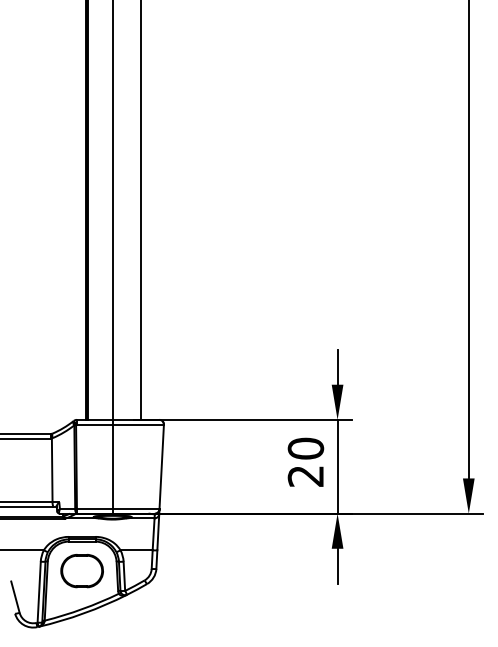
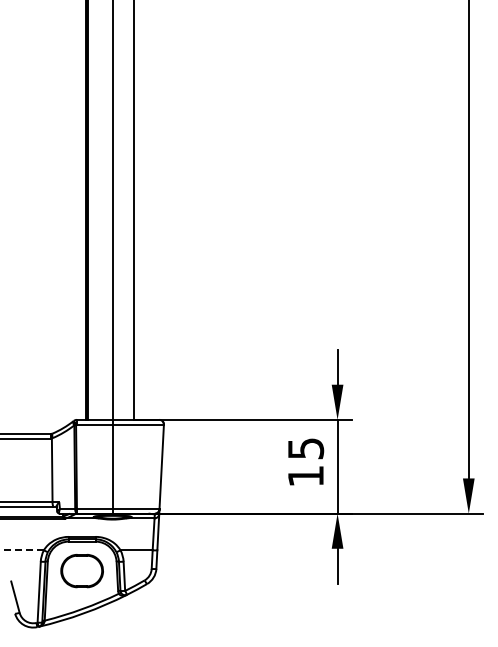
line at (140, 210) position: (140, 210) -> (133, 210)
text at (305, 461): 20 -> 15
line at (22, 550): solid -> dashed
